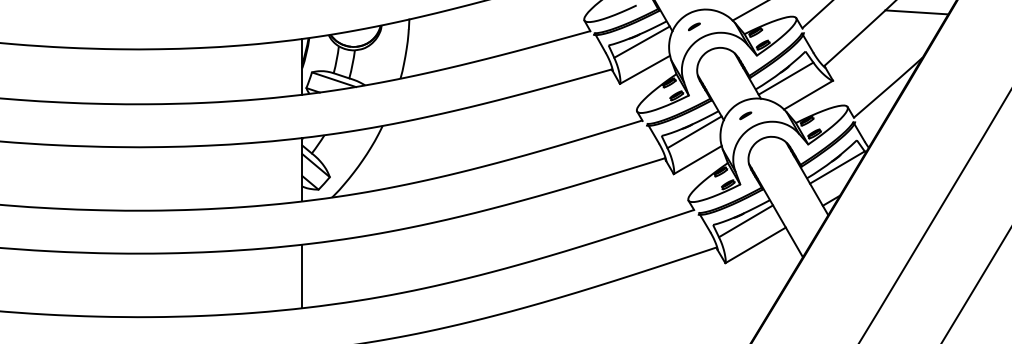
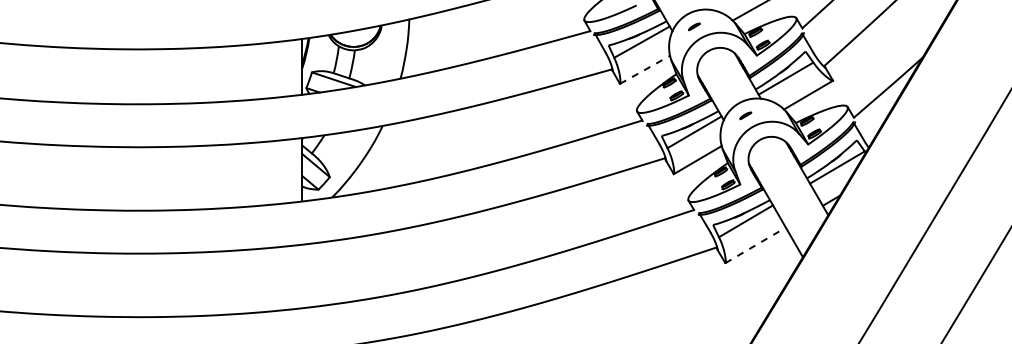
line at (916, 12): present -> none
line at (645, 69): solid -> dashed
line at (756, 245): solid -> dashed
line at (302, 276): present -> none
